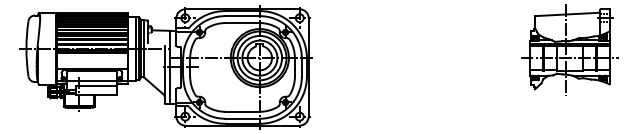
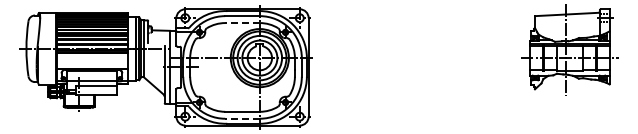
line at (242, 23): solid -> dashed
line at (242, 118): solid -> dashed
